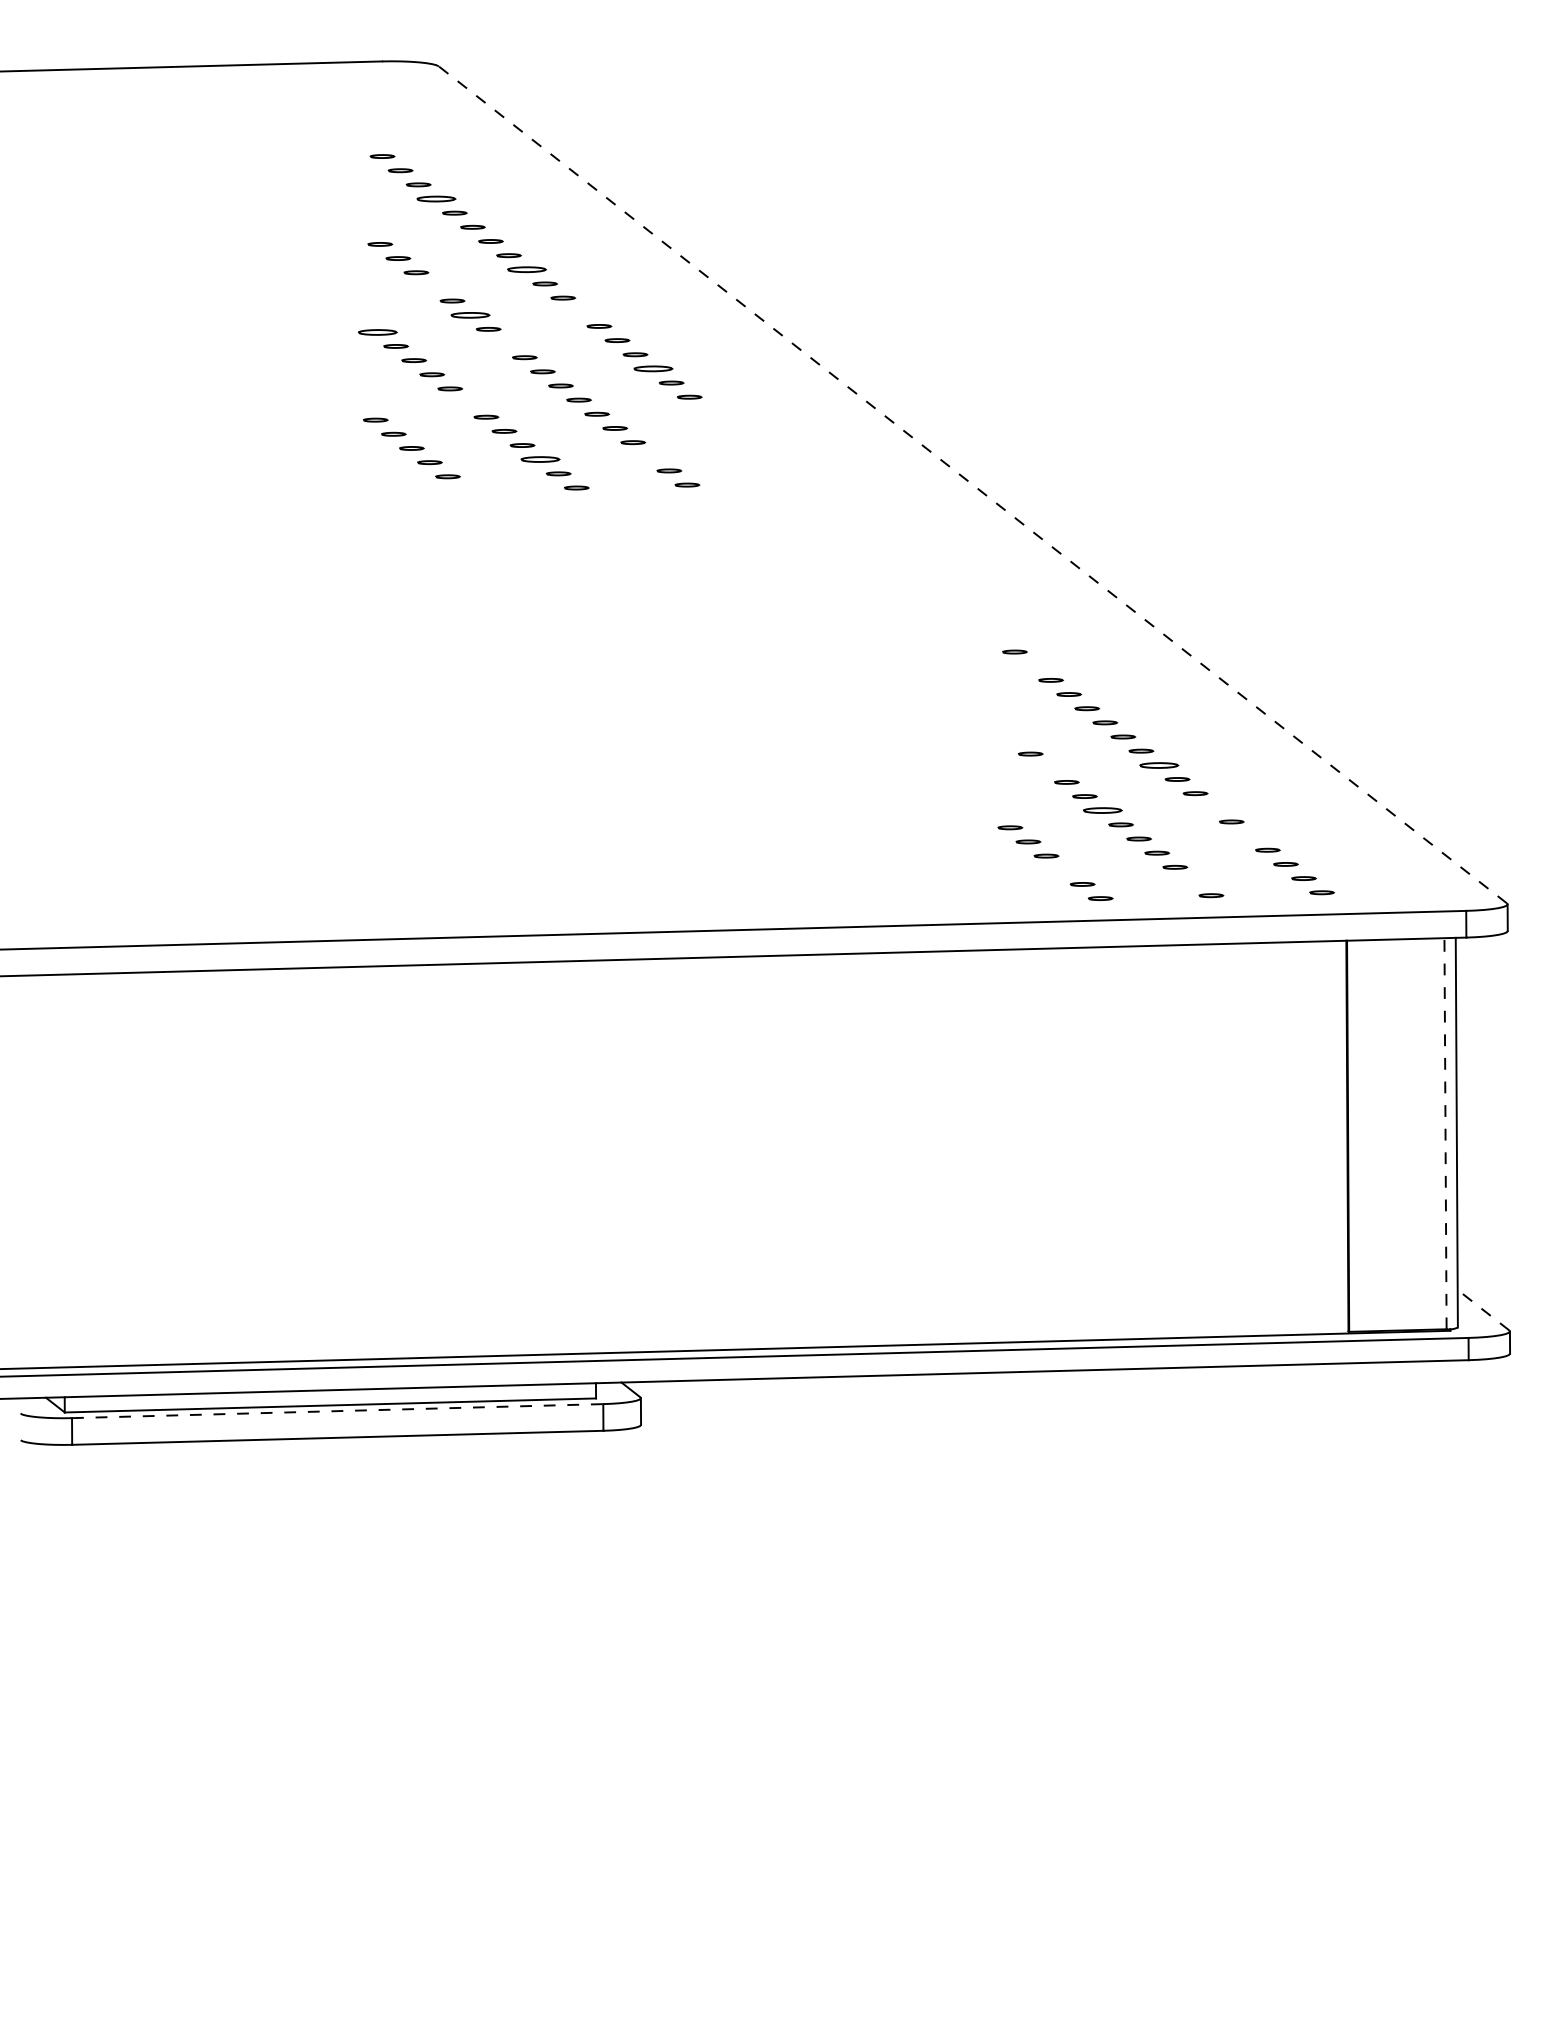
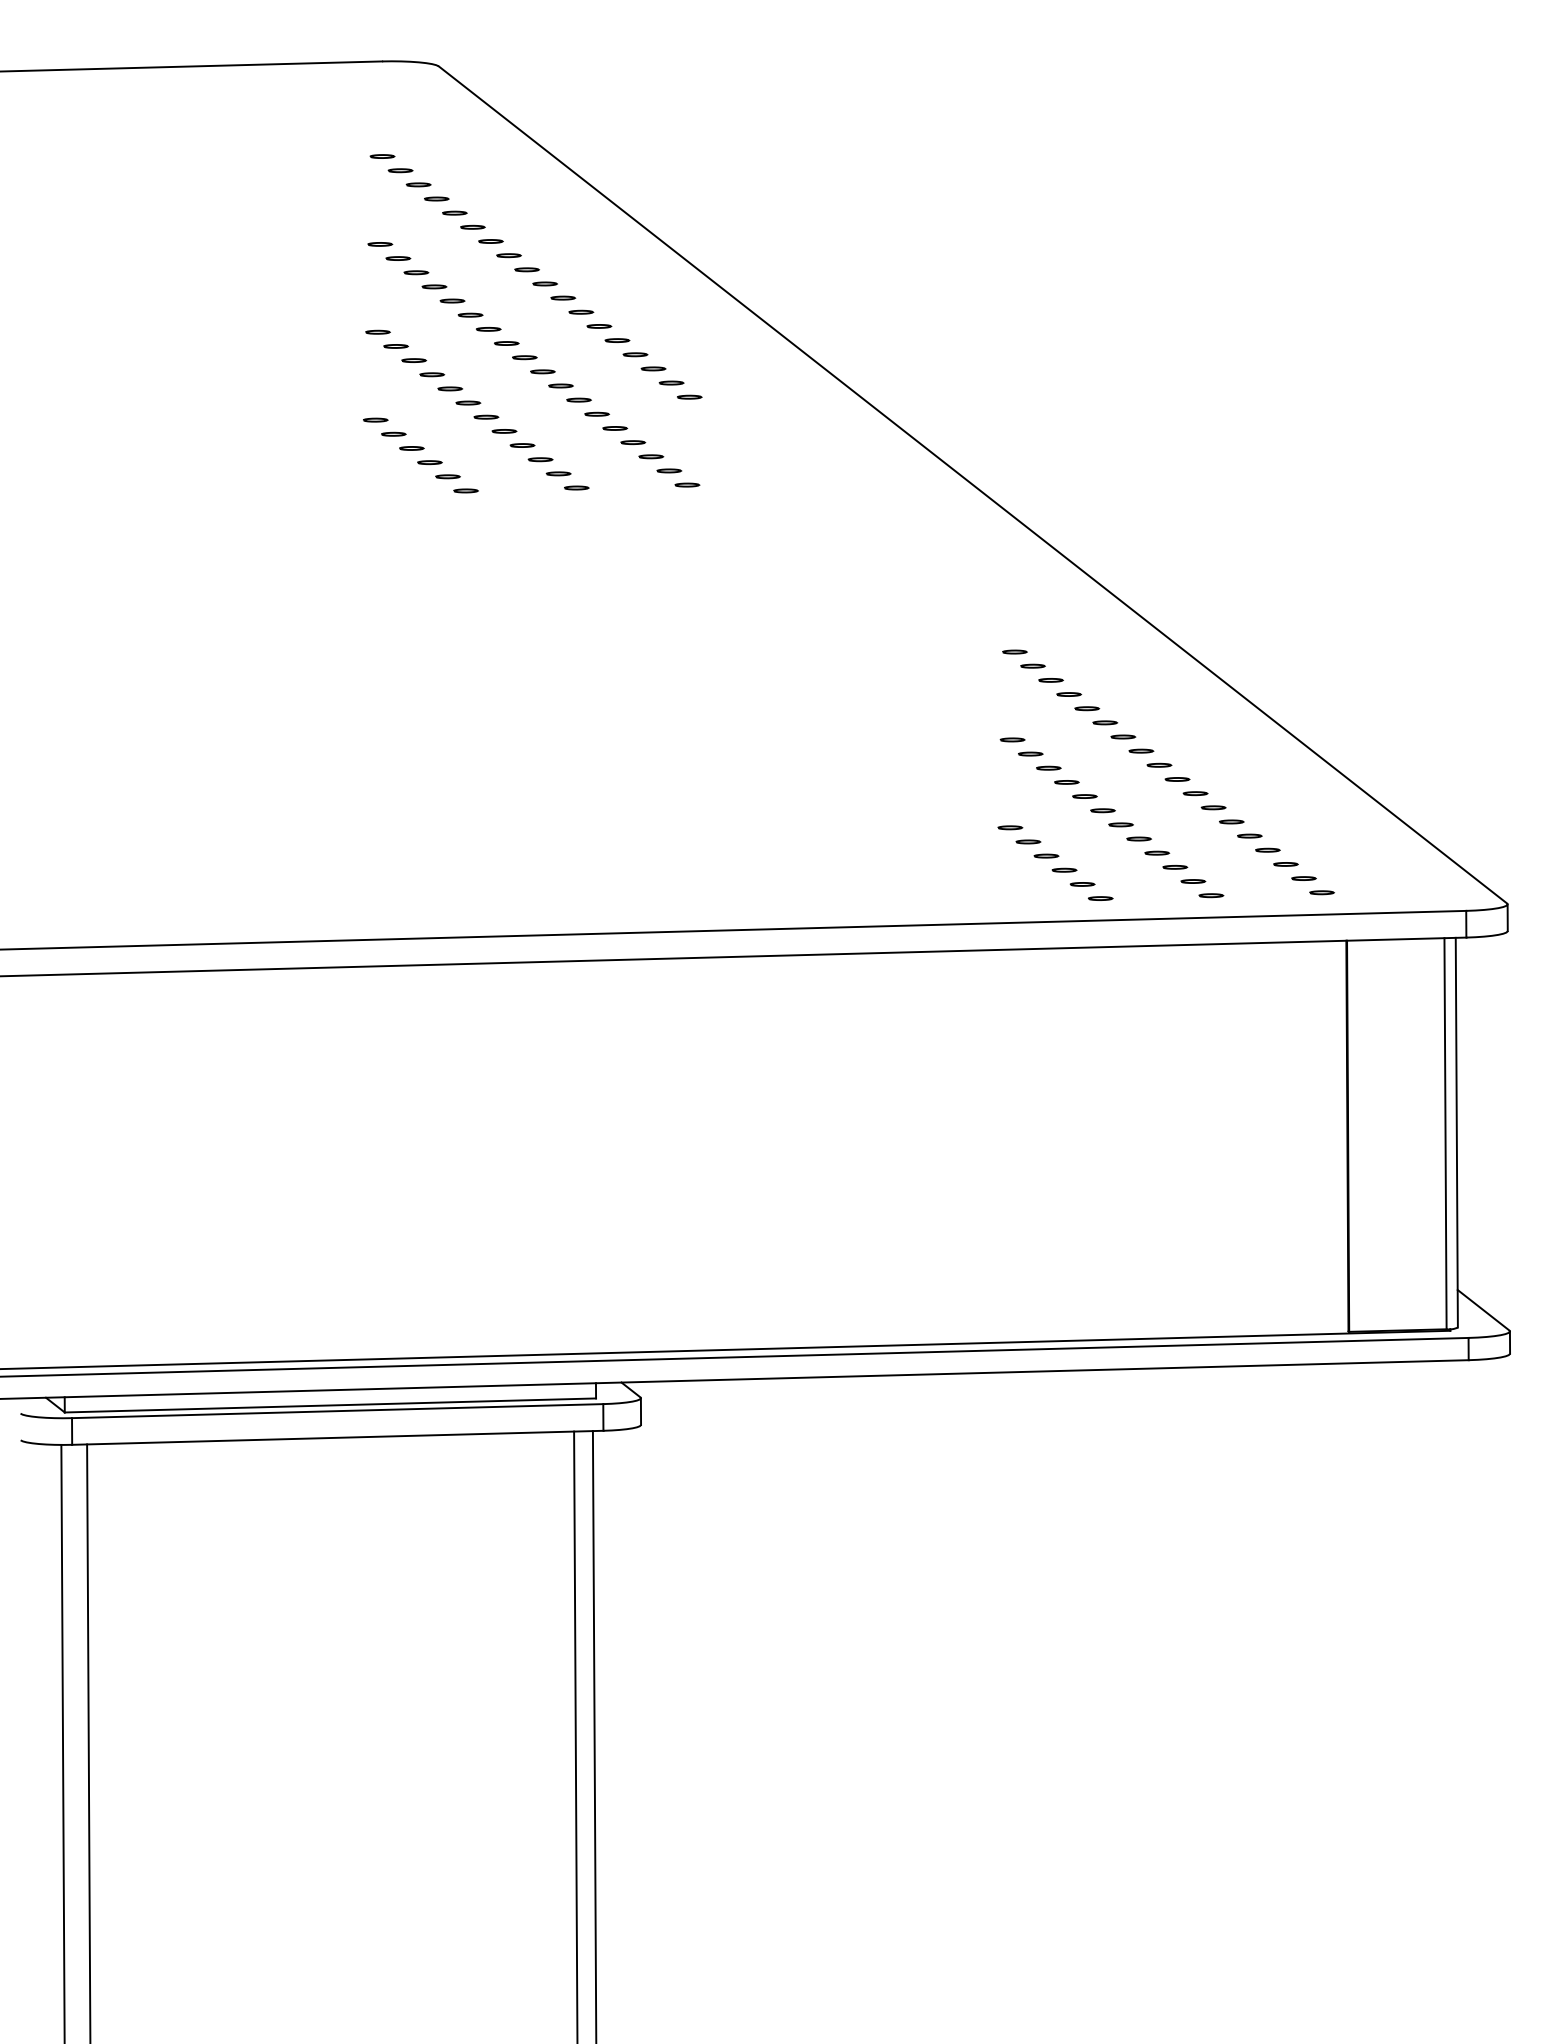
part at (436, 198) size: 41x8 px -> 26x6 px
part at (527, 269) size: 41x7 px -> 26x6 px
part at (434, 286): none -> present
part at (581, 311): none -> present
part at (470, 315) size: 41x7 px -> 27x6 px
part at (377, 332) size: 40x7 px -> 26x6 px
line at (506, 342): none -> present
part at (653, 368) size: 41x8 px -> 27x6 px
part at (468, 402): none -> present
part at (651, 456): none -> present
part at (540, 459) size: 41x7 px -> 27x6 px
line at (972, 484): dashed -> solid
part at (465, 490): none -> present
part at (1032, 665): none -> present
part at (1012, 739): none -> present
part at (1159, 765) size: 41x7 px -> 27x6 px
part at (1048, 767): none -> present
part at (1213, 807): none -> present
part at (1102, 810) size: 40x7 px -> 26x6 px
part at (1249, 835): none -> present
part at (1064, 869): none -> present
line at (1193, 880): none -> present
line at (1445, 1133): dashed -> solid
line at (1483, 1310): dashed -> solid
line at (337, 1411): dashed -> solid
line at (575, 1735): none -> present
line at (594, 1735): none -> present
line at (62, 1742): none -> present
line at (88, 1742): none -> present
